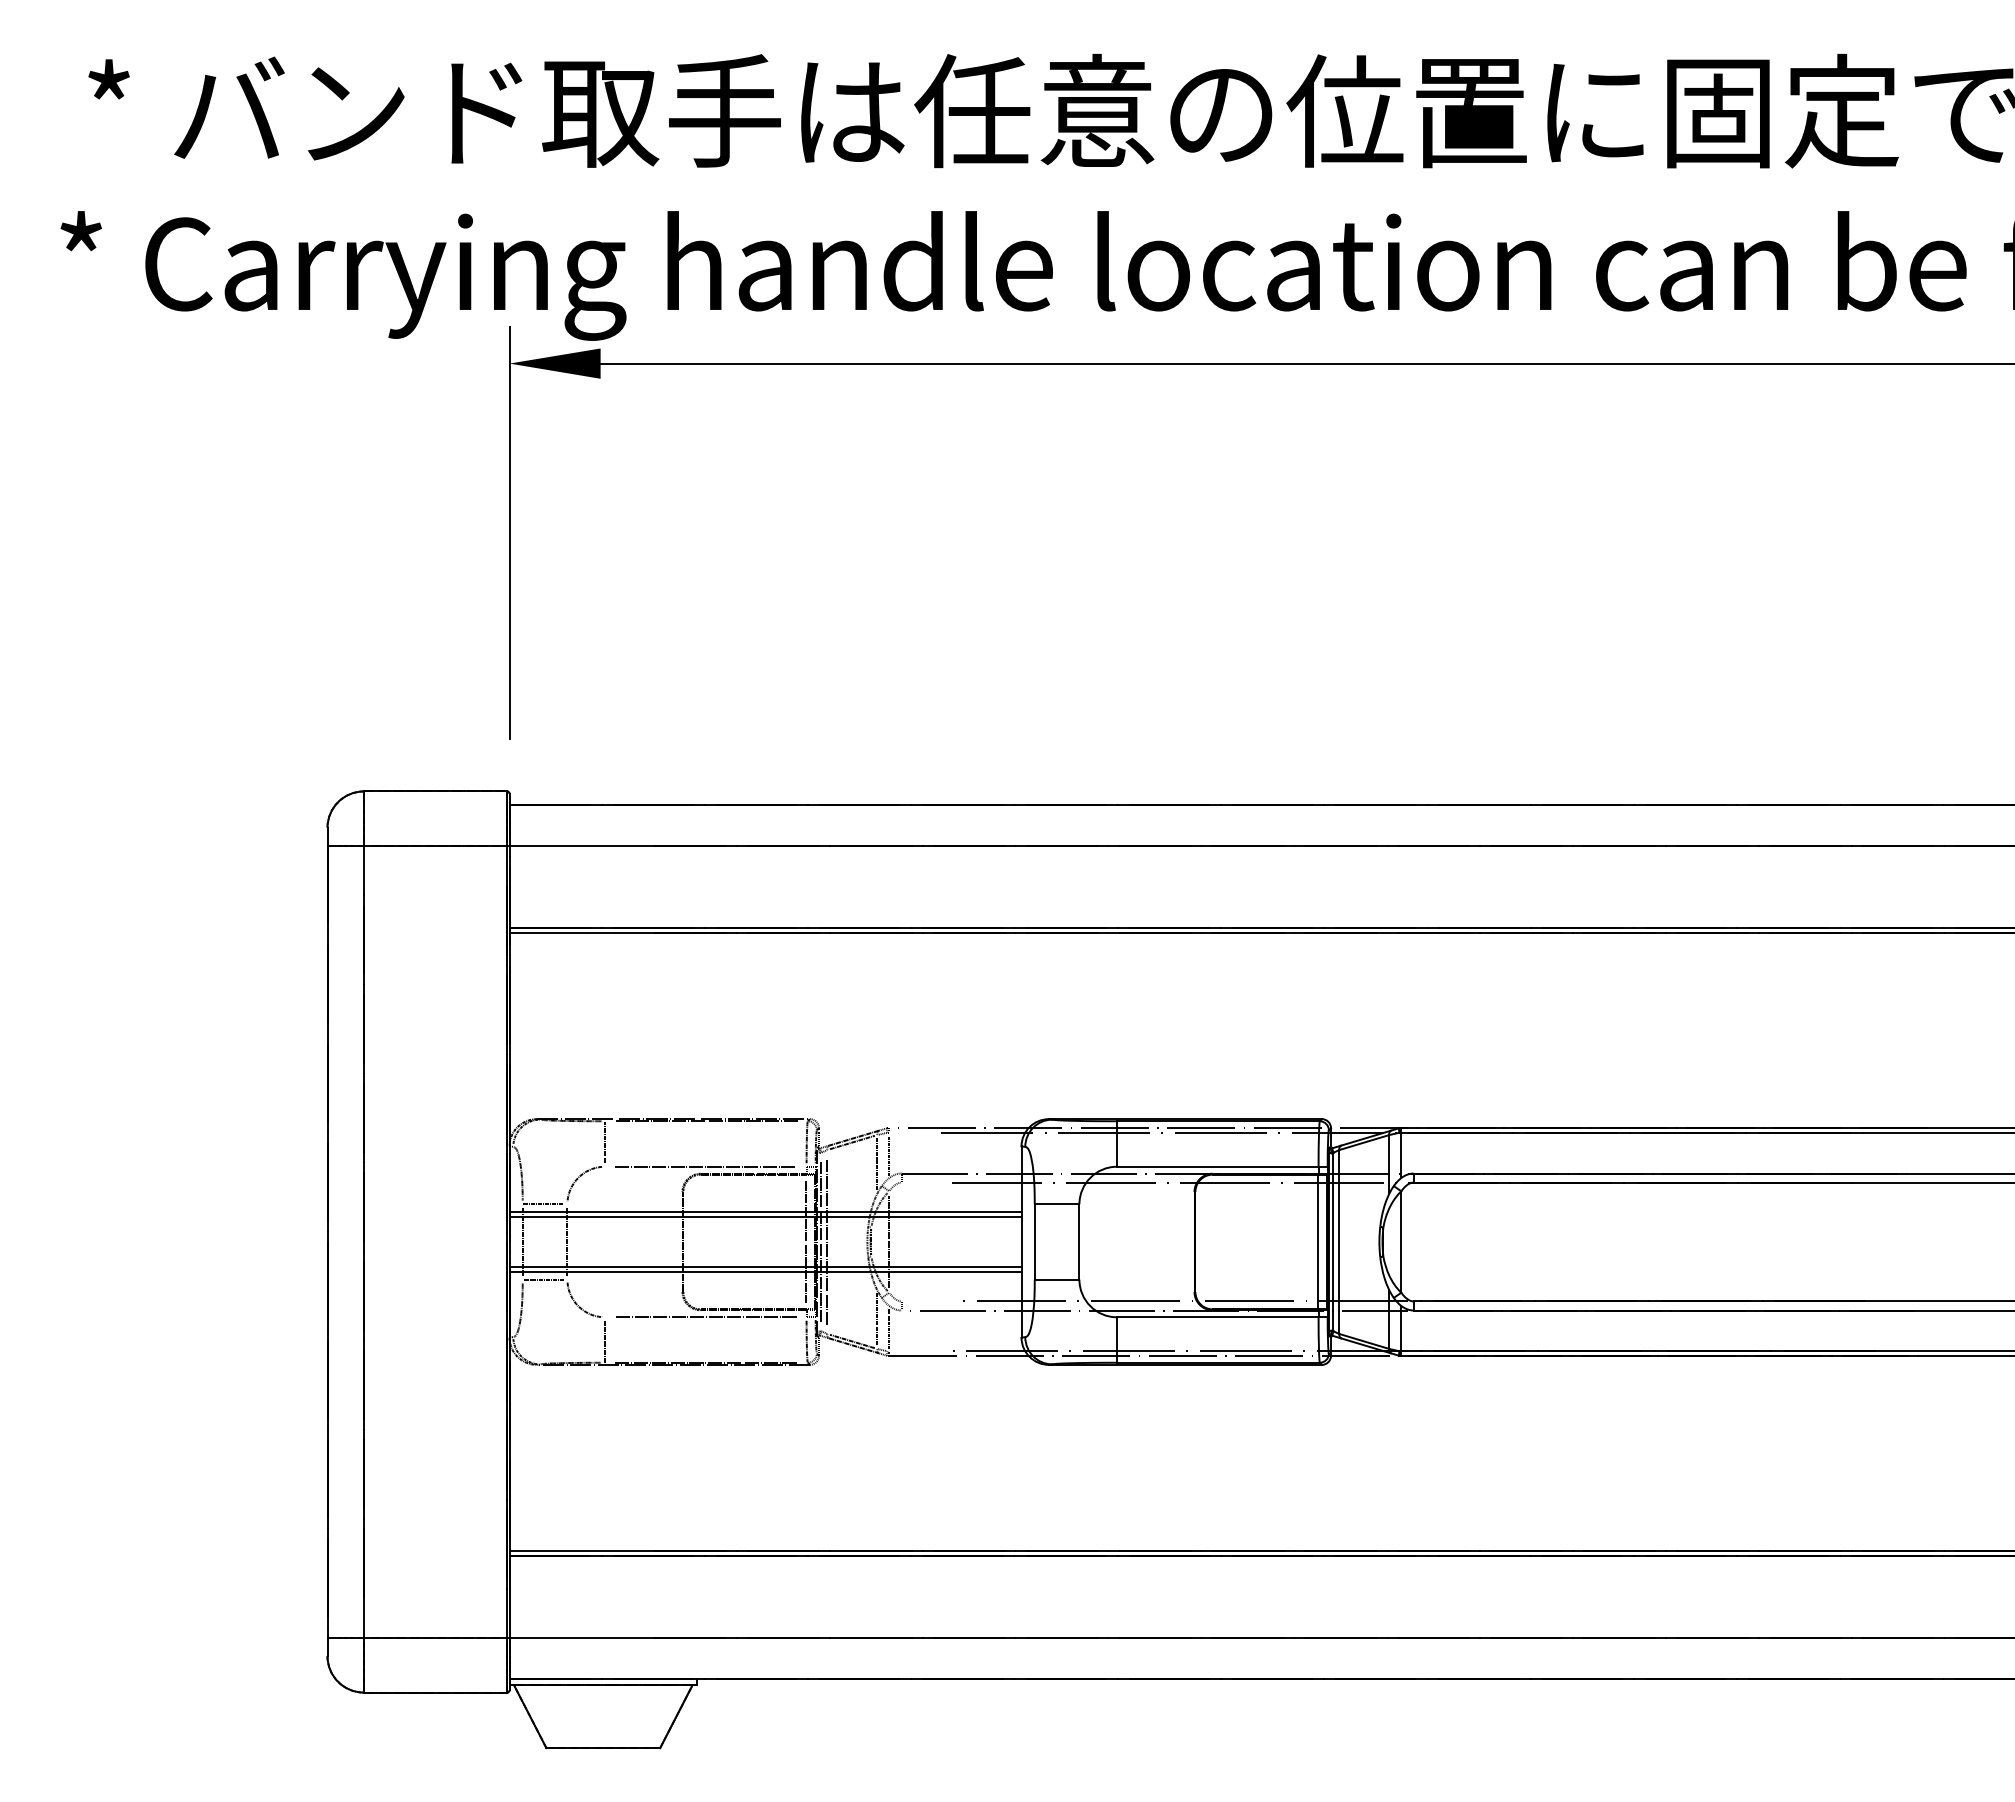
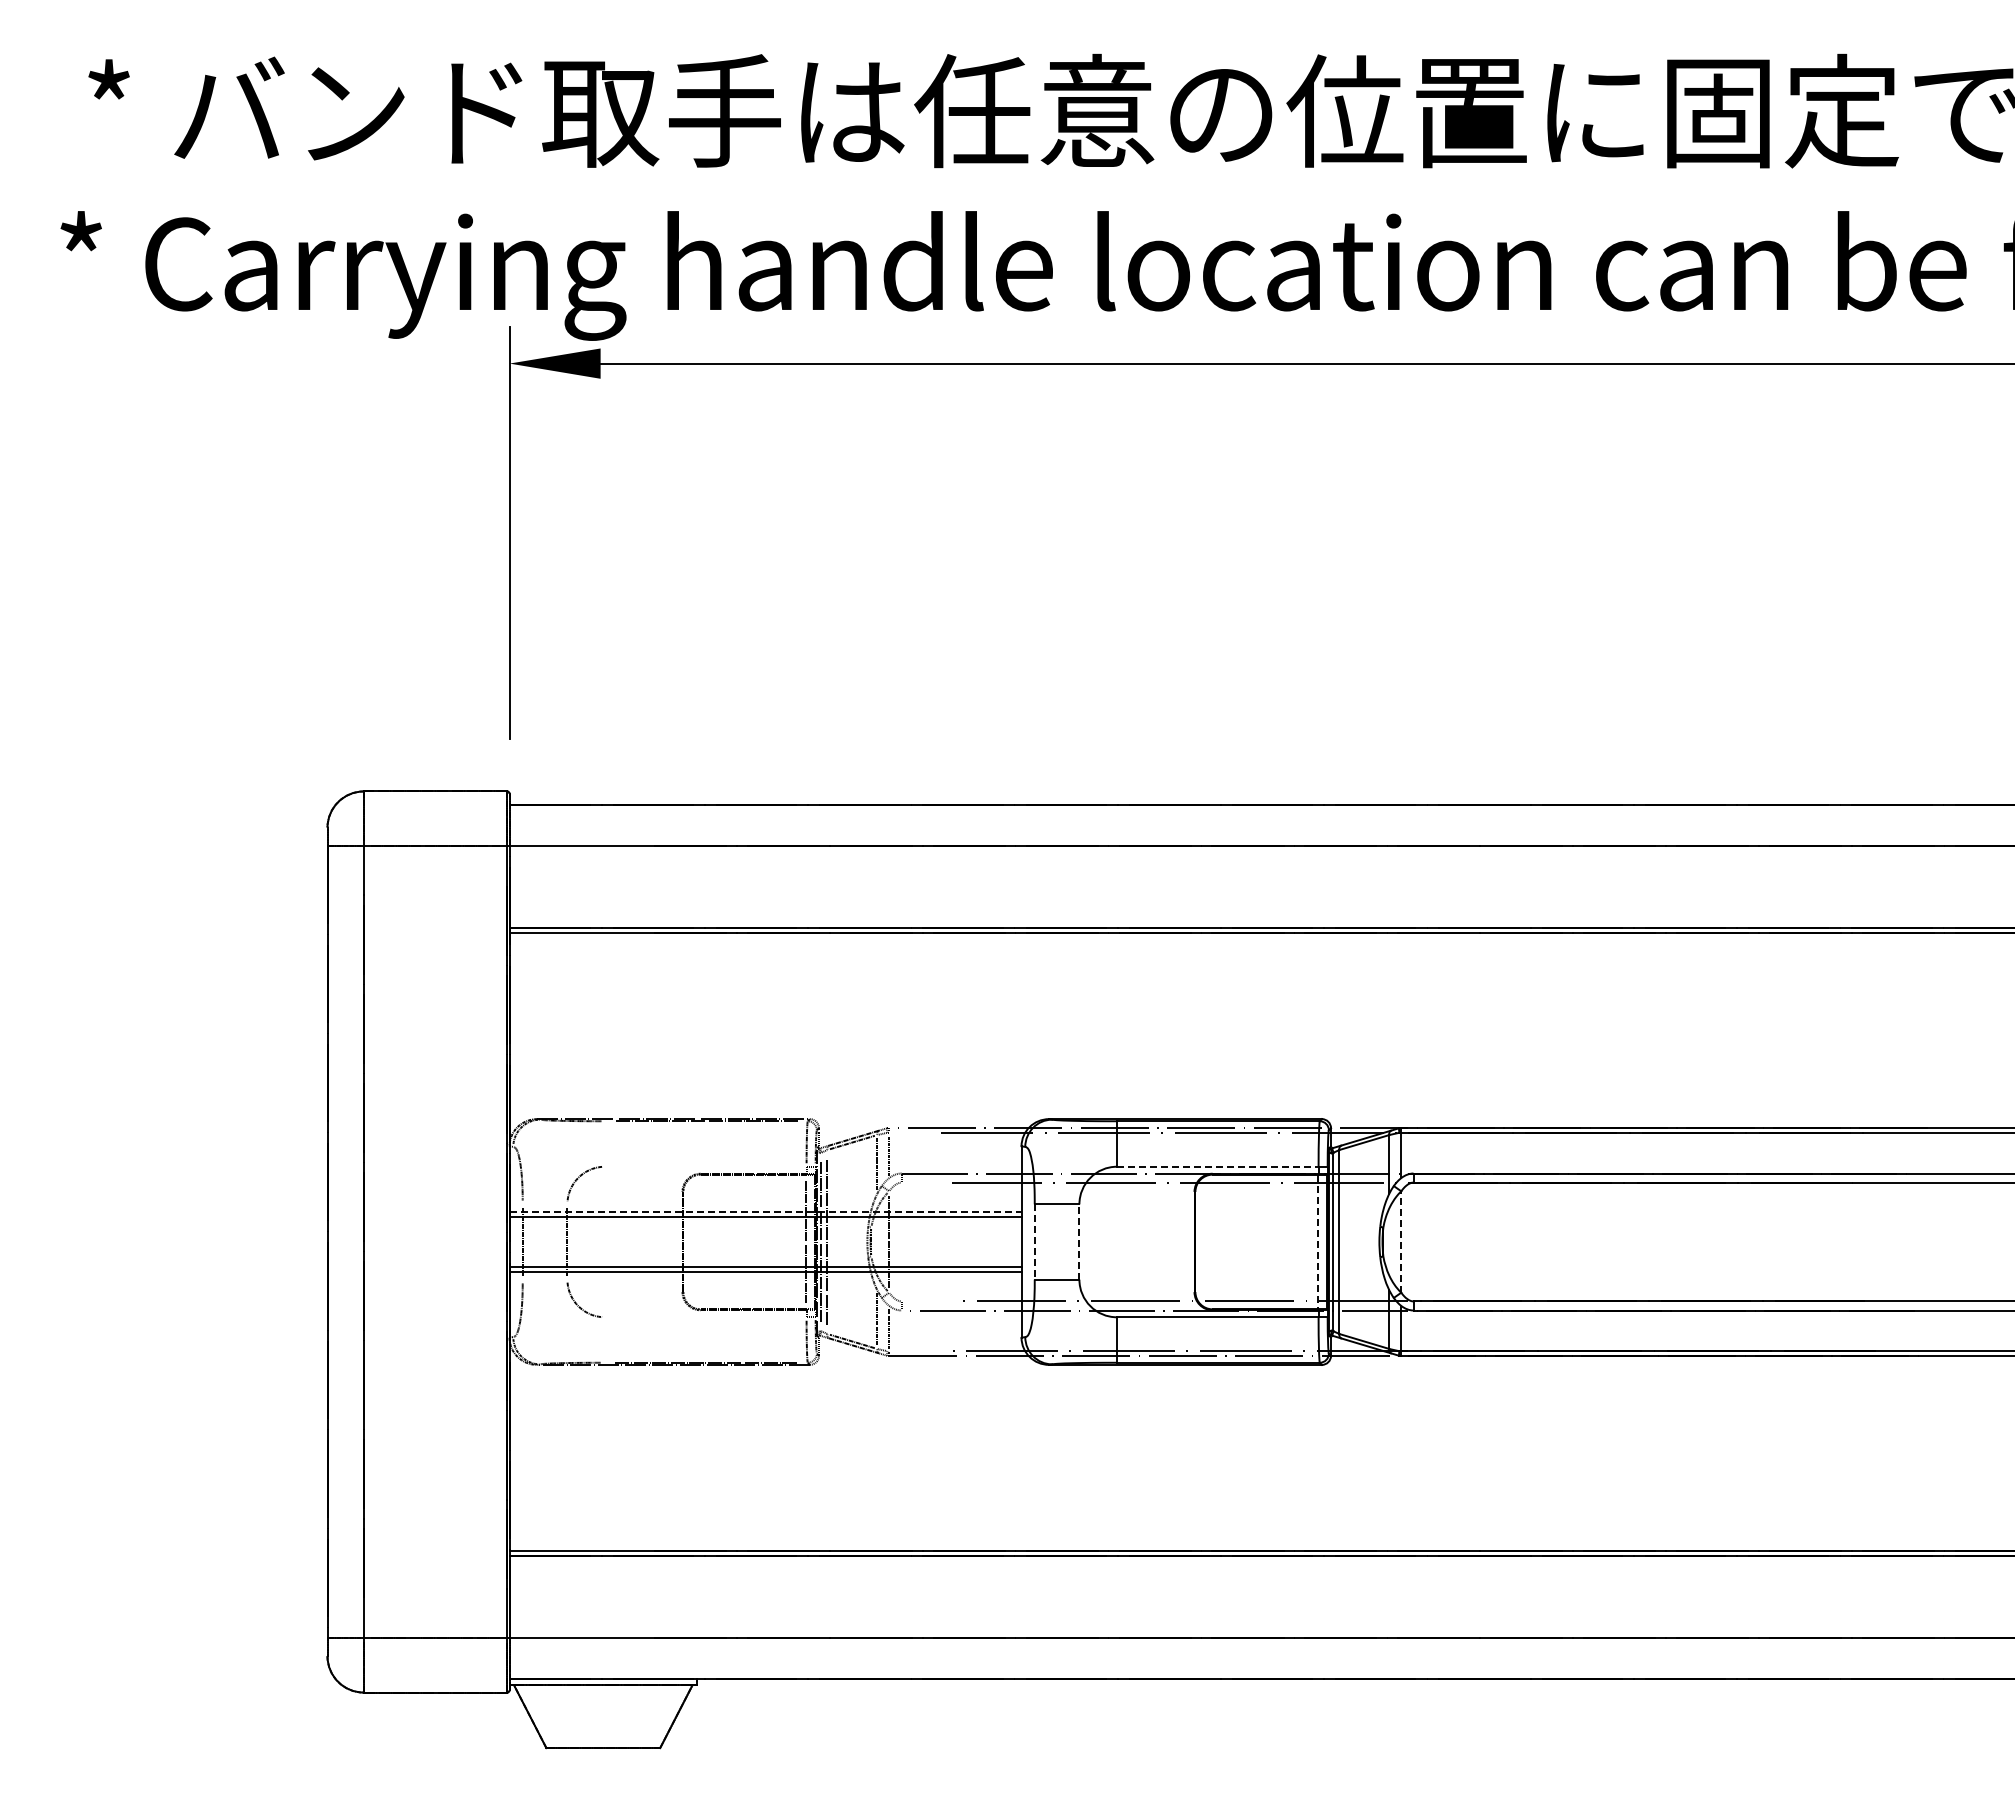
line at (605, 1142): present -> none
line at (705, 1166): present -> none
line at (1217, 1166): solid -> dashed
line at (543, 1204): present -> none
line at (766, 1212): solid -> dashed
line at (1034, 1242): solid -> dashed
line at (1079, 1242): solid -> dashed
line at (1318, 1242): solid -> dashed
line at (1401, 1242): solid -> dashed
line at (543, 1279): present -> none
line at (705, 1317): present -> none
line at (605, 1341): present -> none
